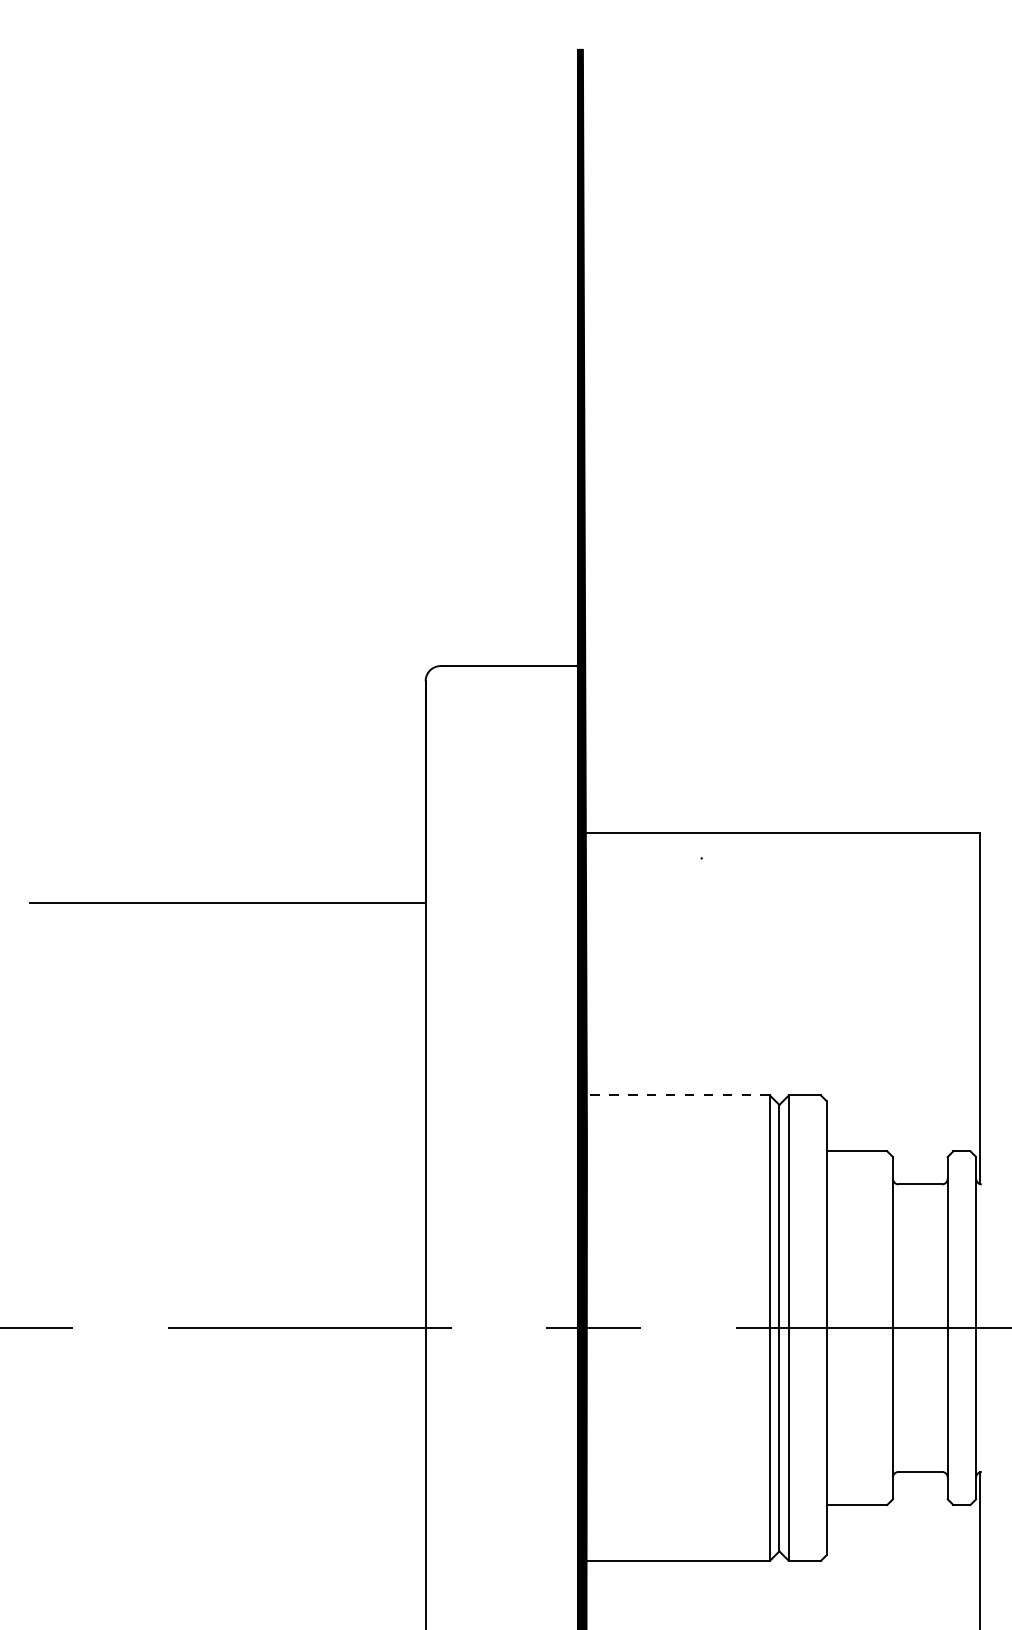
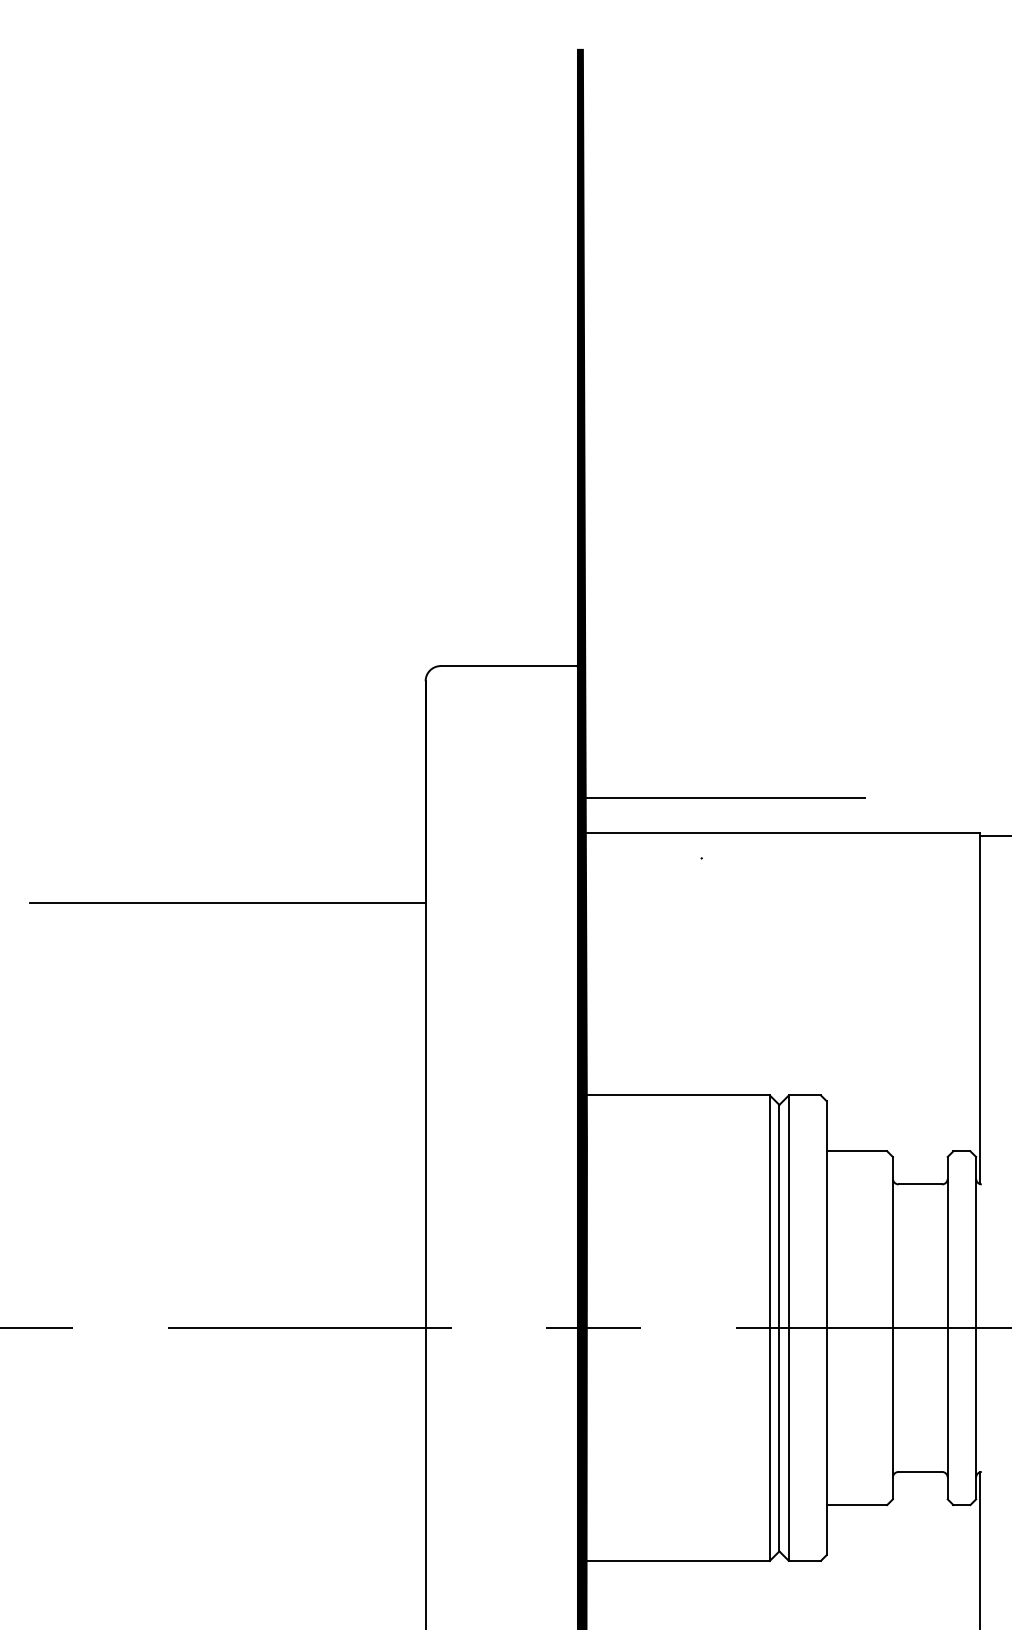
line at (724, 798): none -> present
line at (993, 836): none -> present
line at (676, 1095): dashed -> solid
